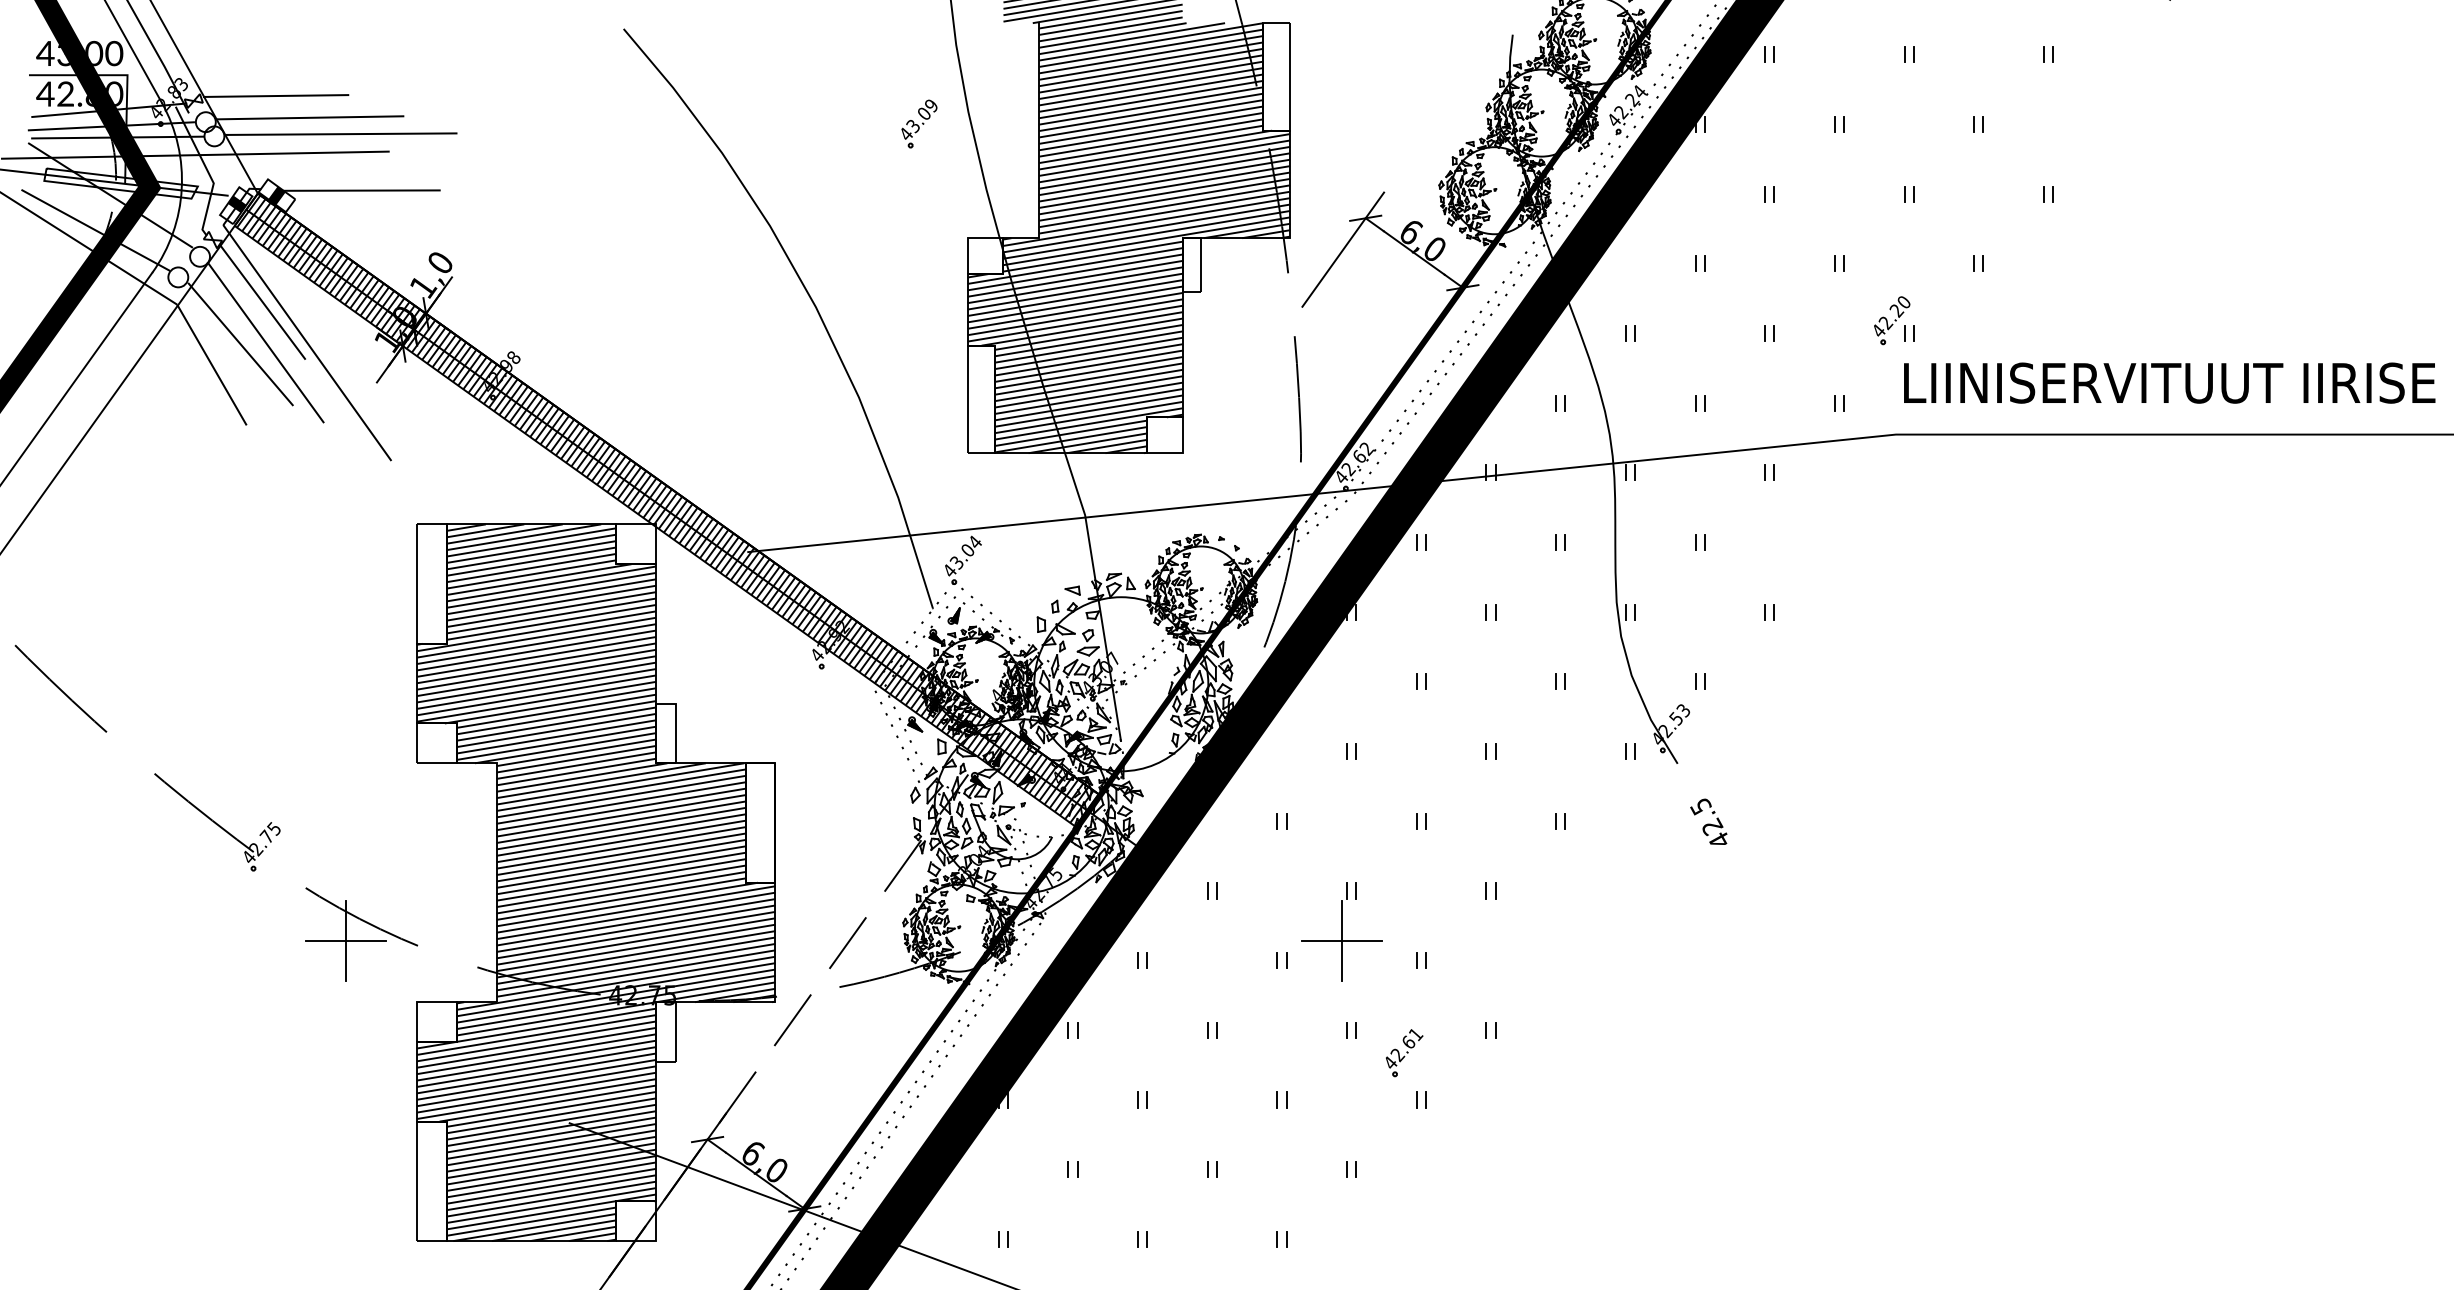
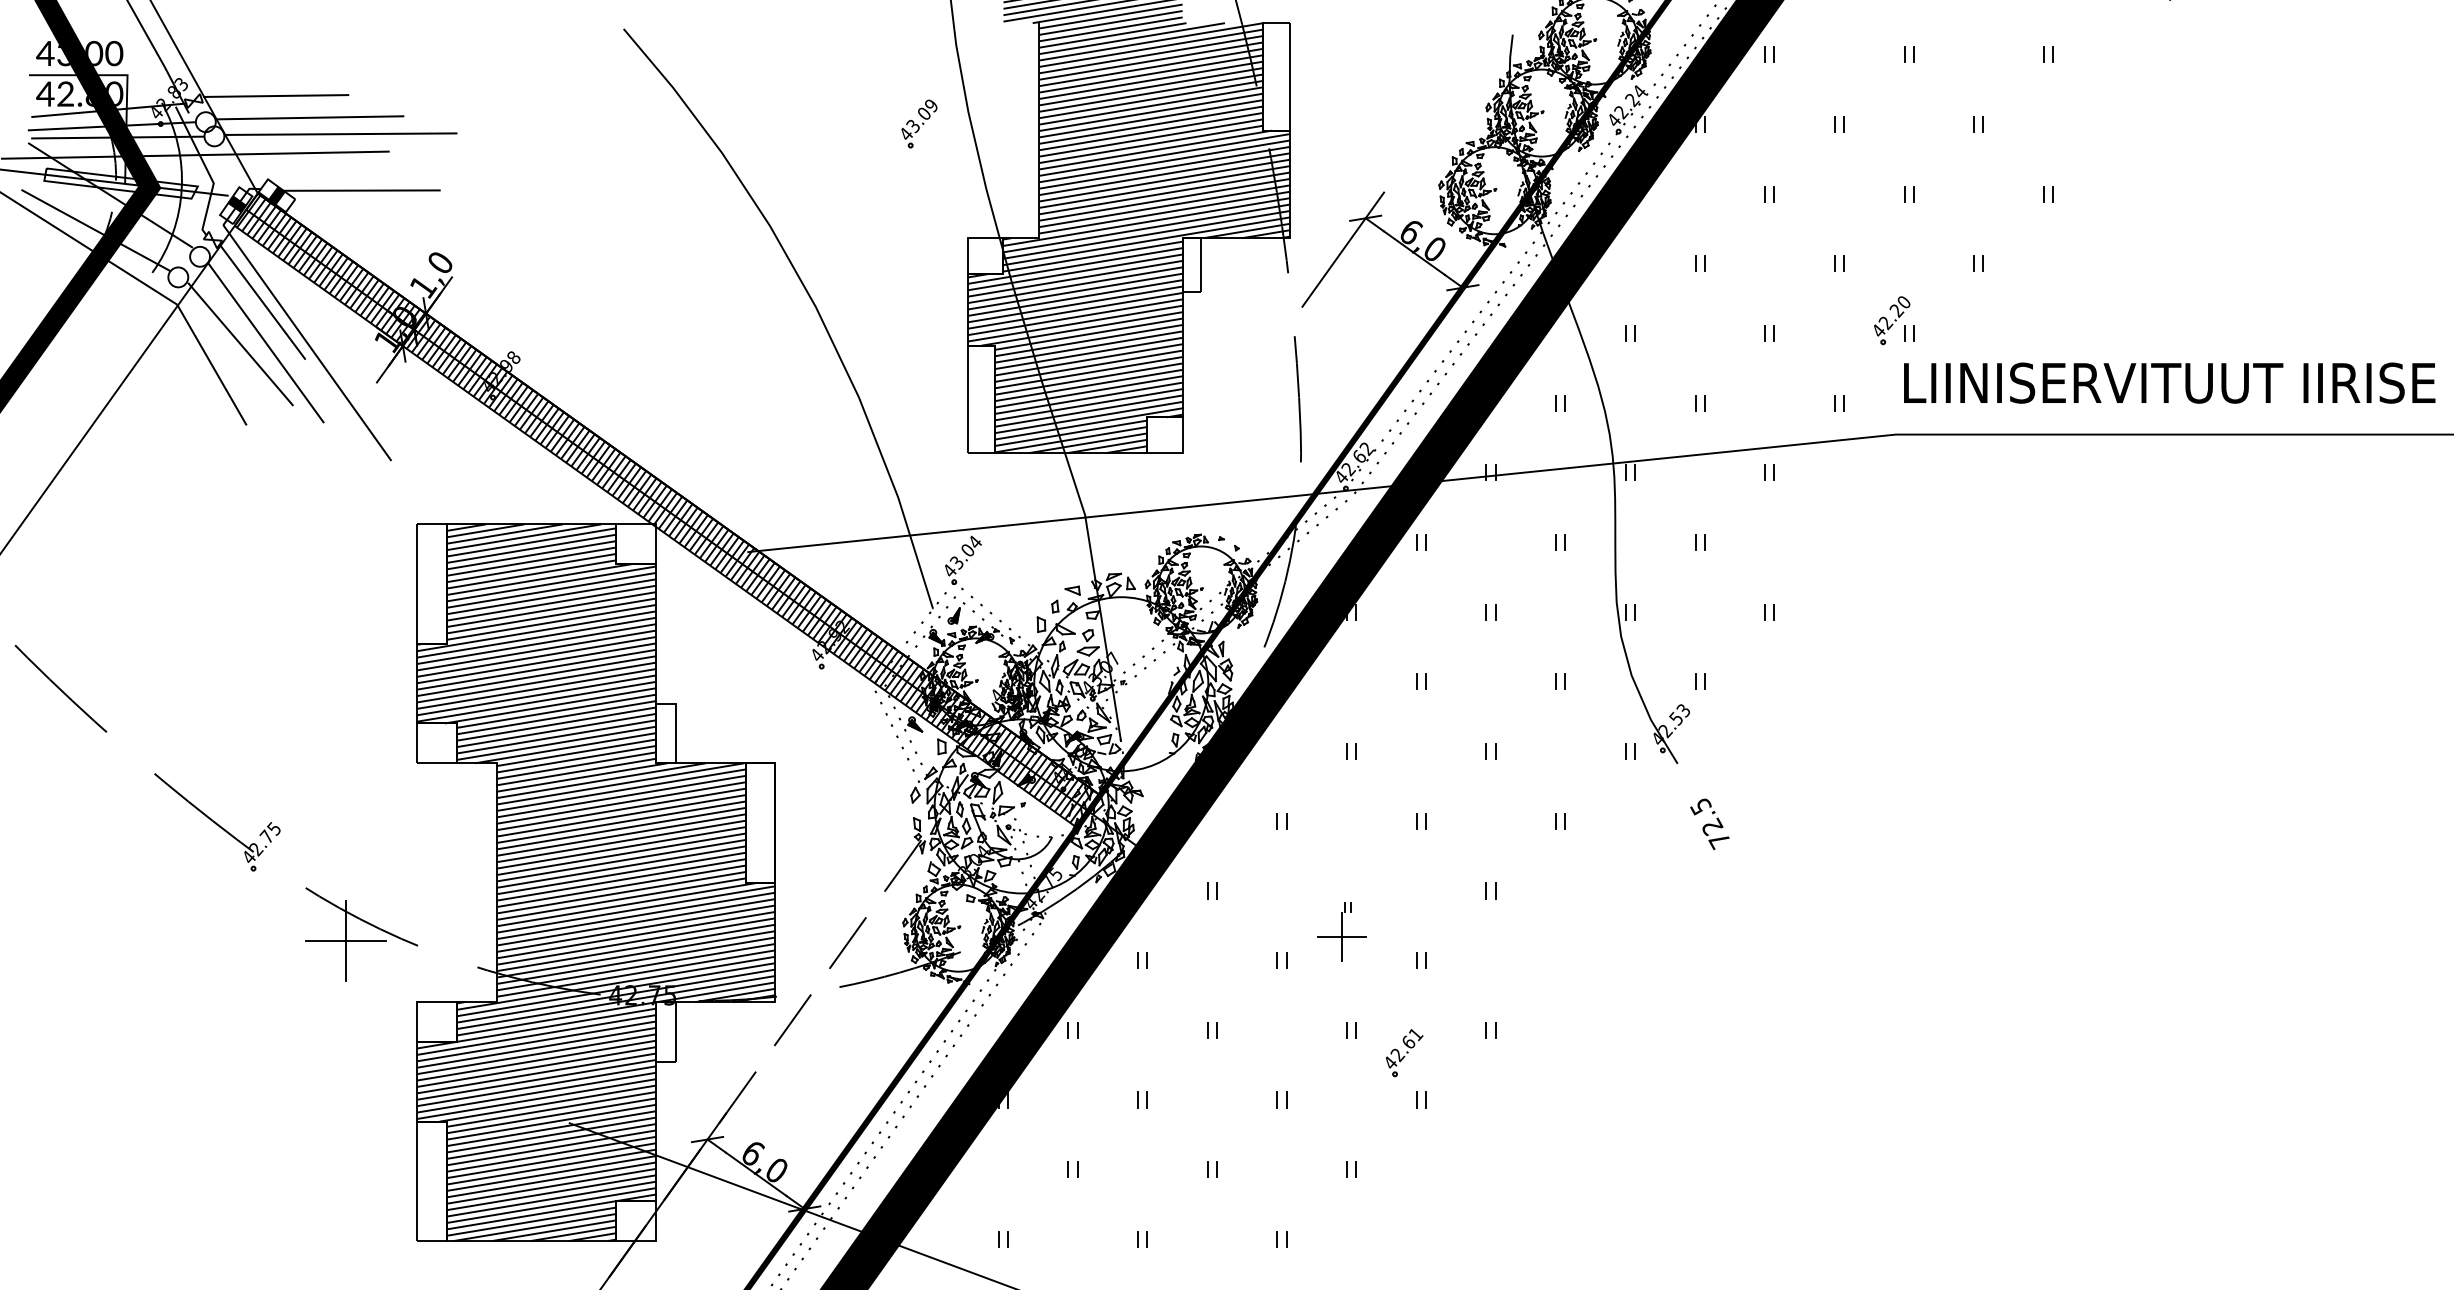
line at (133, 52): present -> none
line at (77, 377): present -> none
text at (1718, 841): 42.5 -> 72.5
part at (1341, 931) size: 82x100 px -> 50x60 px
